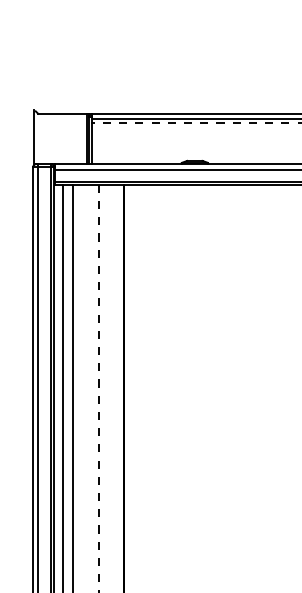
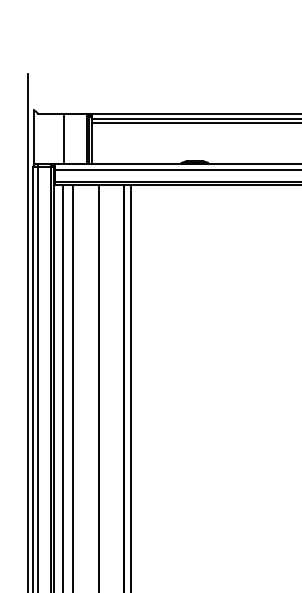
line at (196, 123): dashed -> solid
line at (63, 138): none -> present
line at (28, 331): none -> present
line at (130, 386): none -> present
line at (99, 388): dashed -> solid
